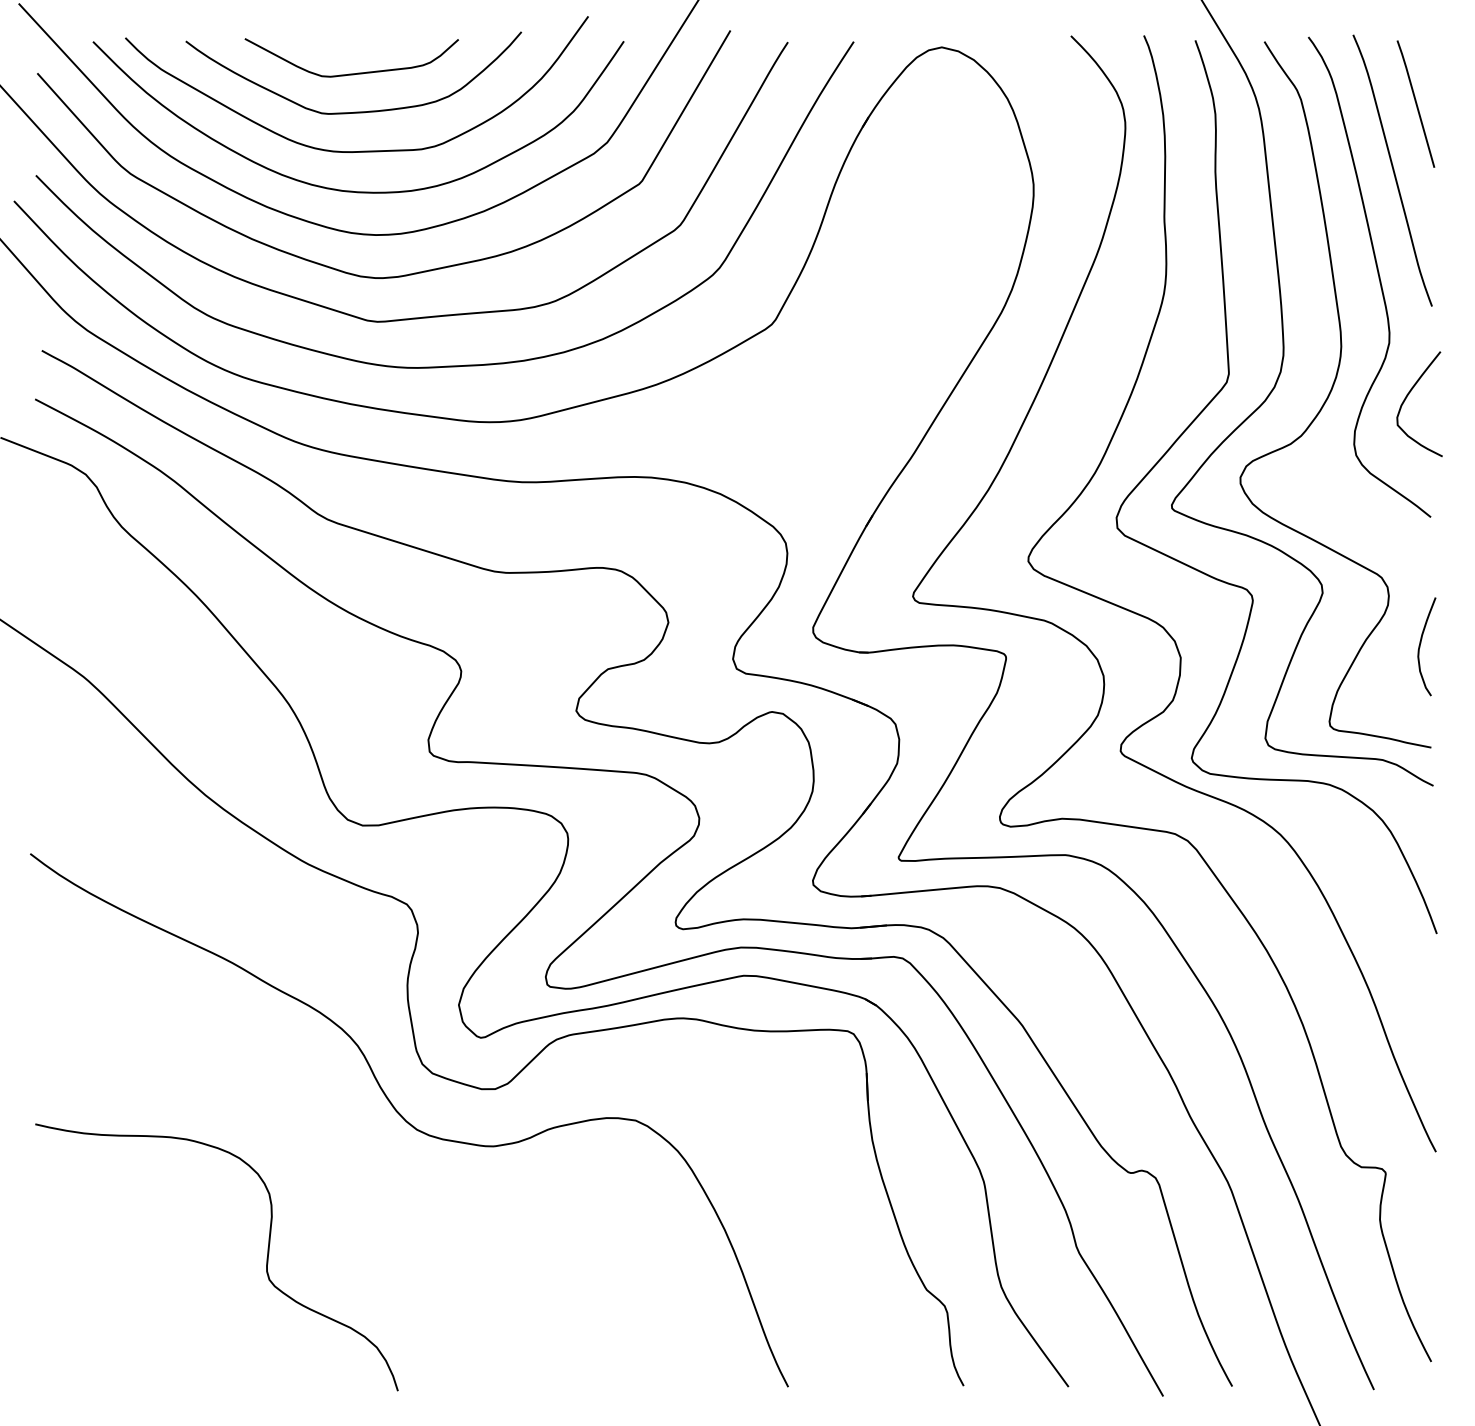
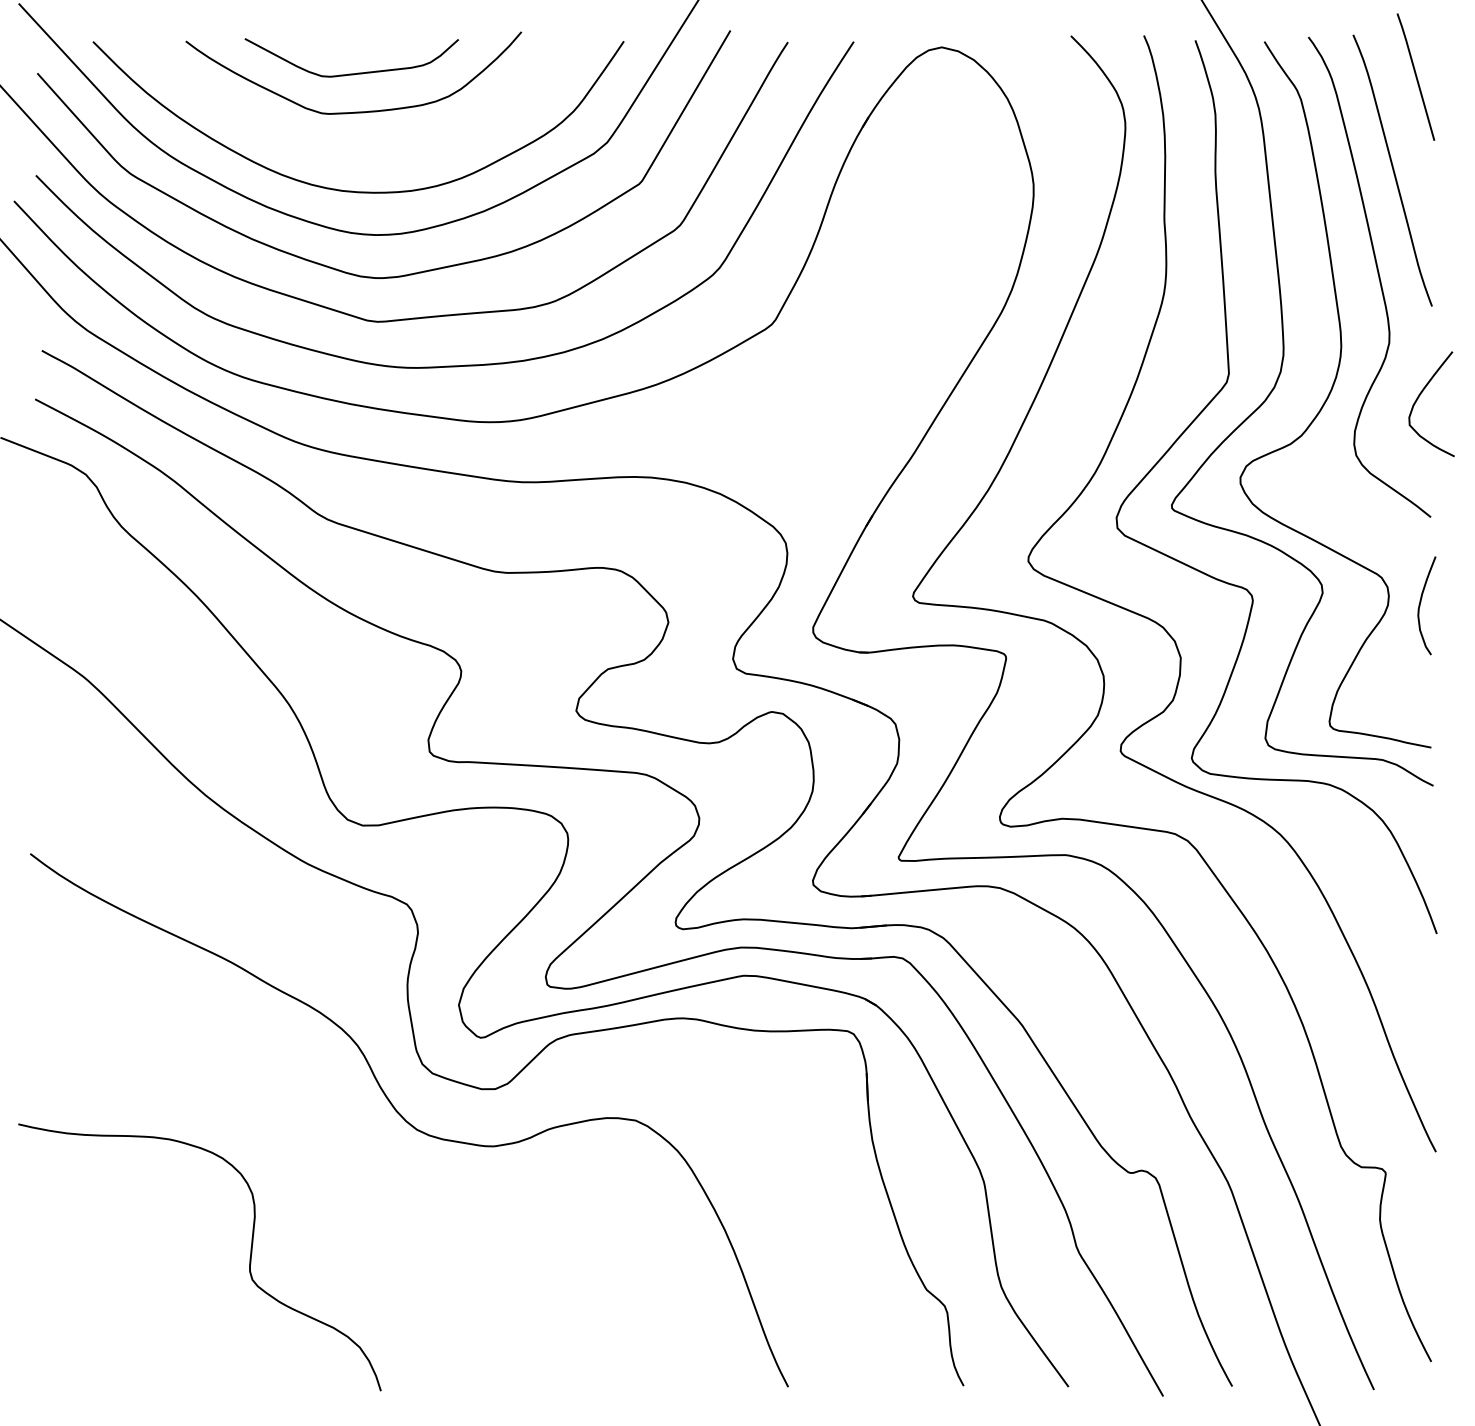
line at (1415, 103) position: (1415, 103) -> (1415, 76)
curve at (361, 150): present -> none
curve at (1407, 397) position: (1407, 397) -> (1419, 397)
curve at (1421, 643) position: (1421, 643) -> (1421, 602)
curve at (266, 1257) position: (266, 1257) -> (249, 1257)
